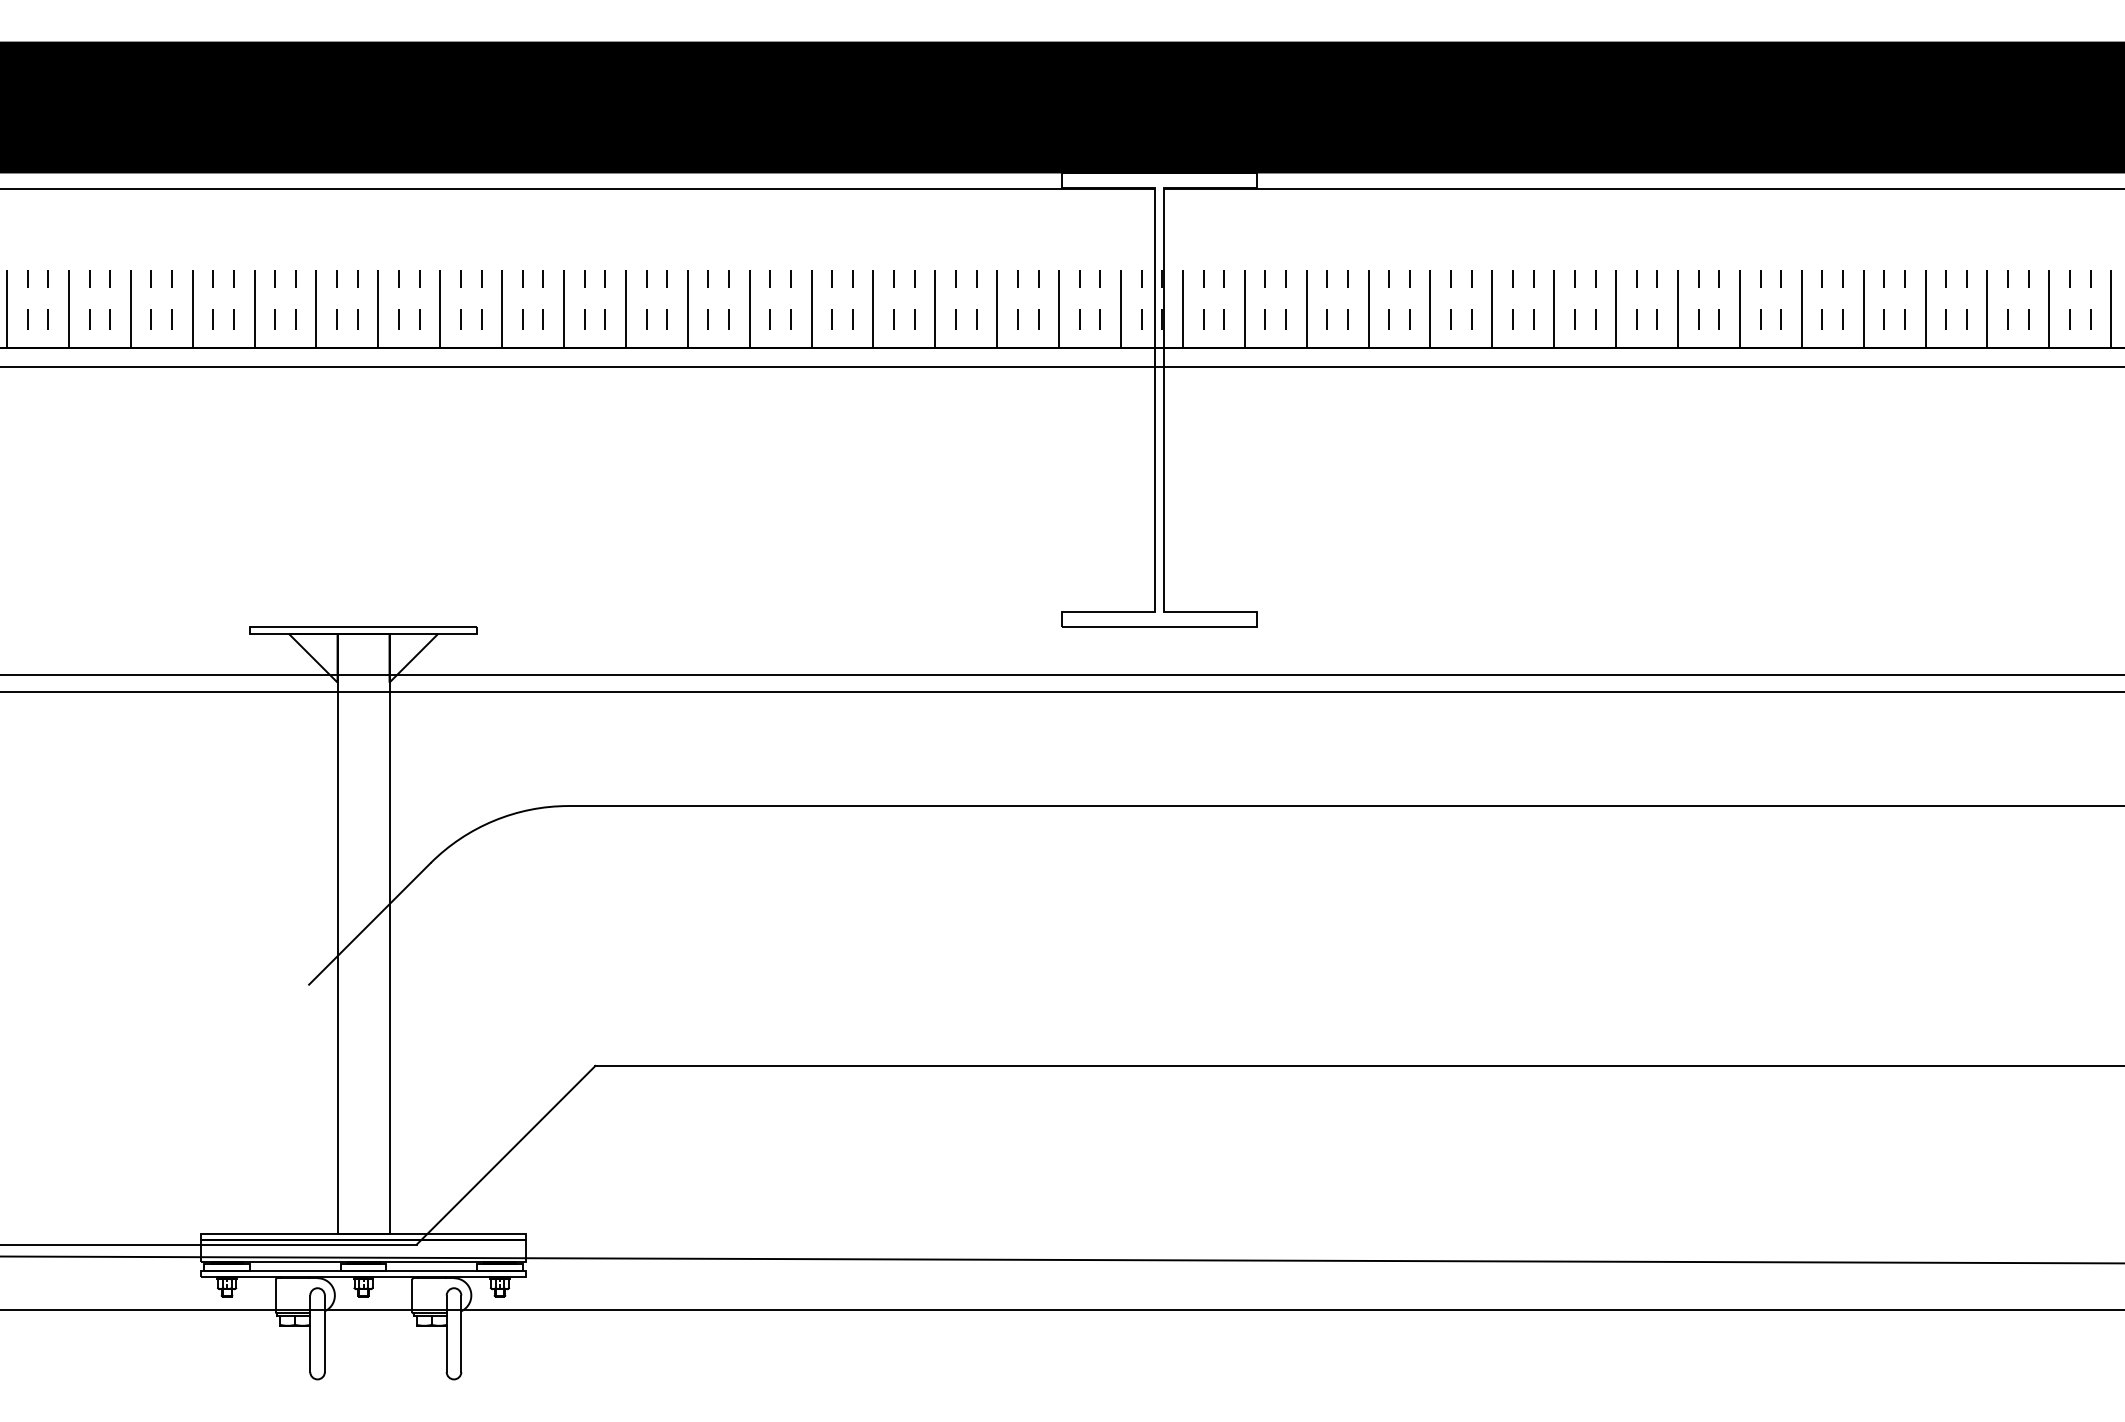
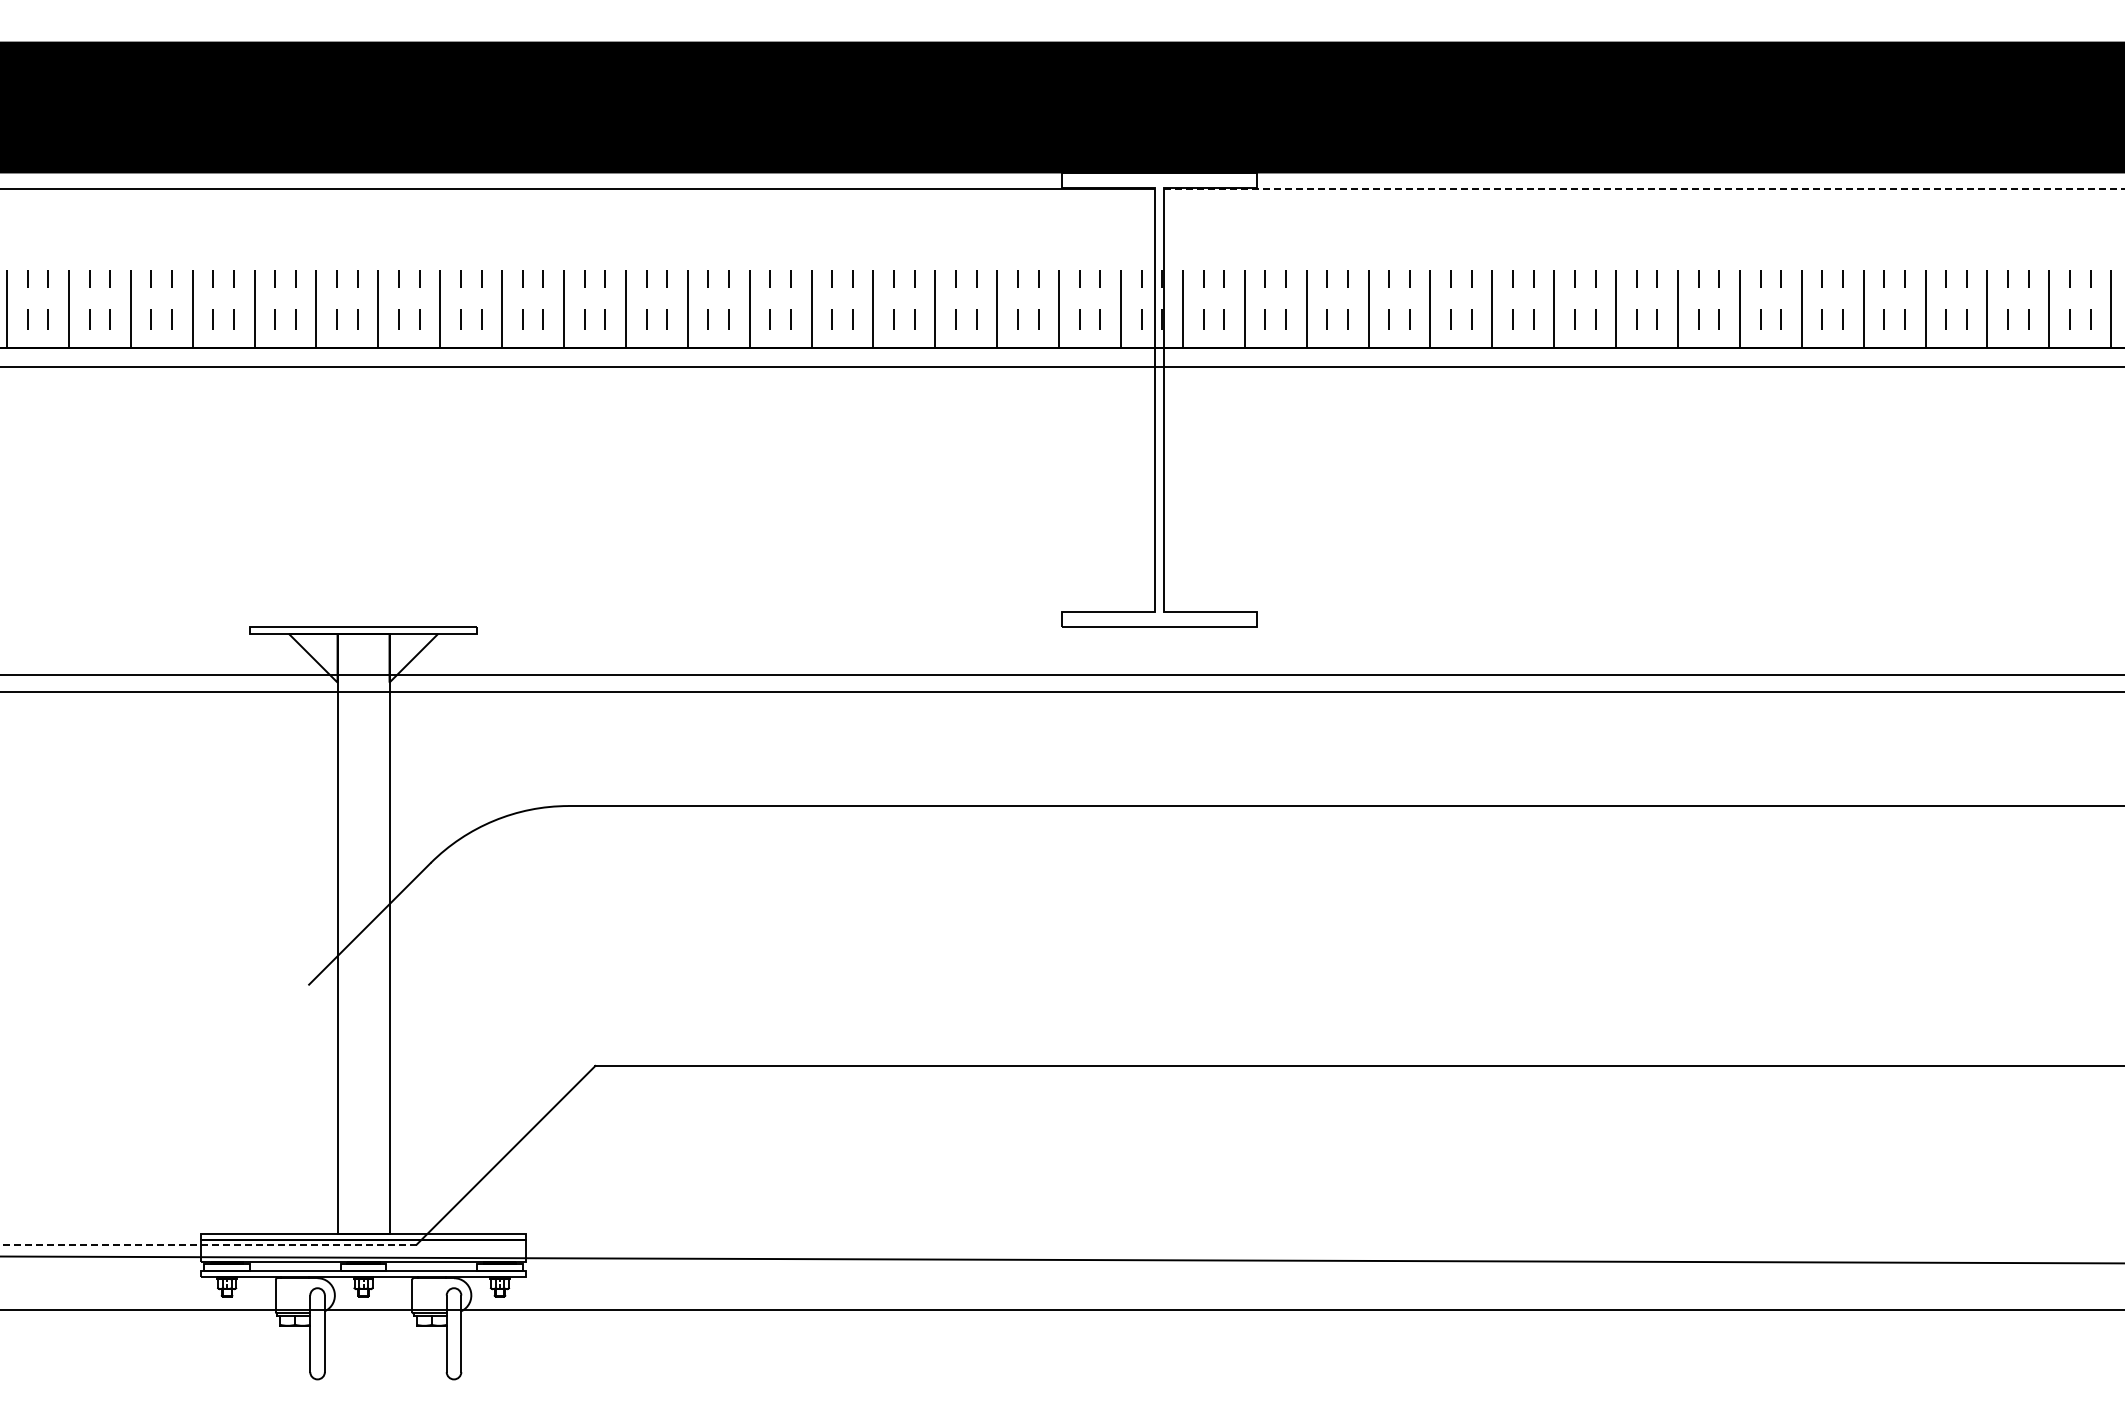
line at (1644, 189): solid -> dashed
line at (208, 1244): solid -> dashed
